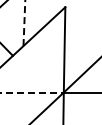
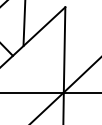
line at (24, 23): dashed -> solid
line at (32, 92): dashed -> solid
